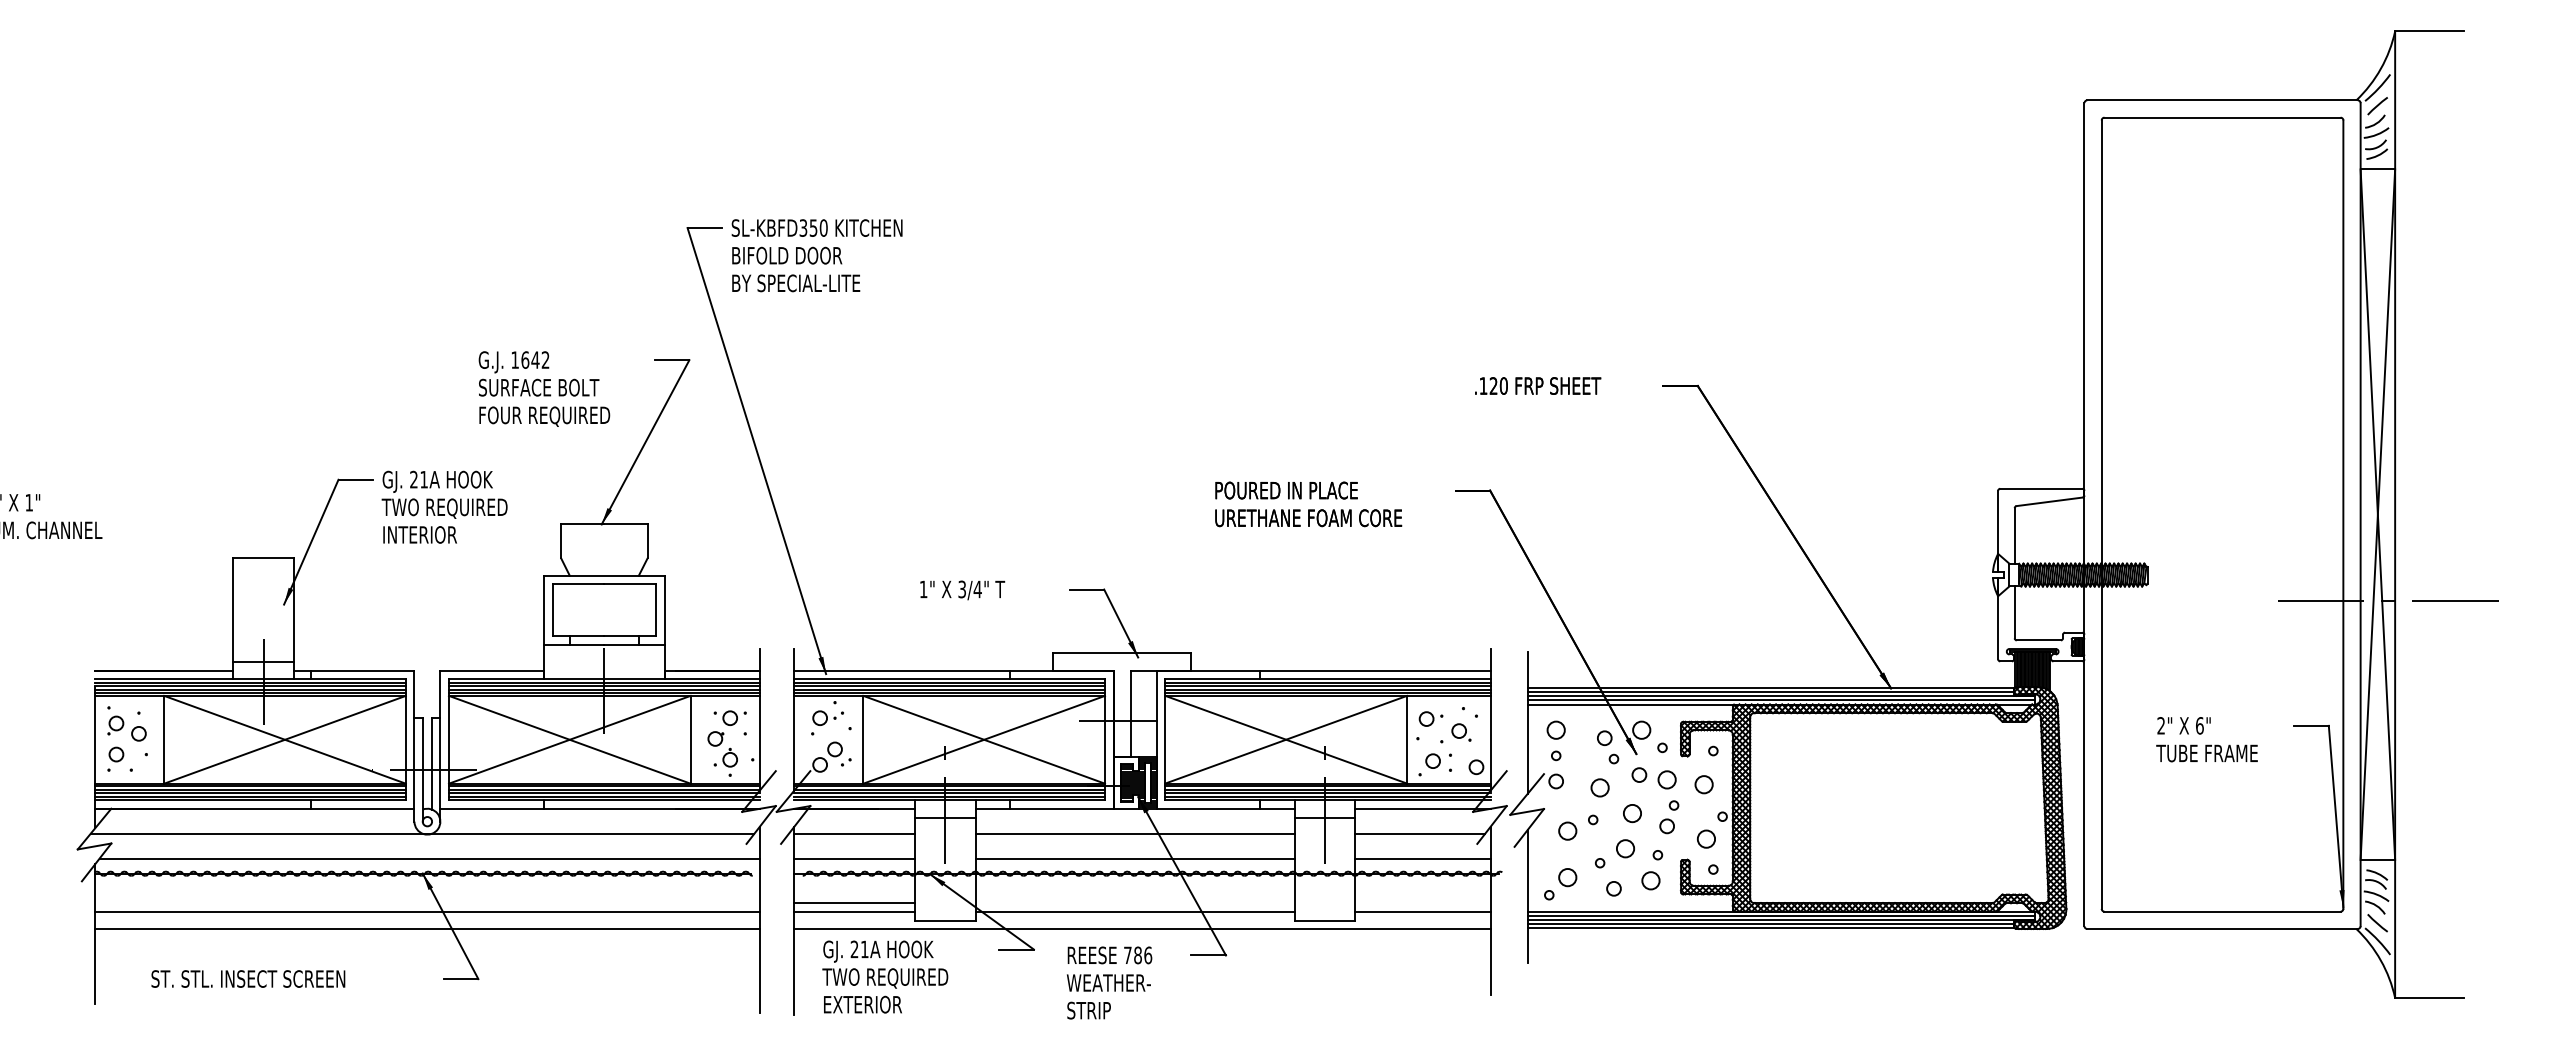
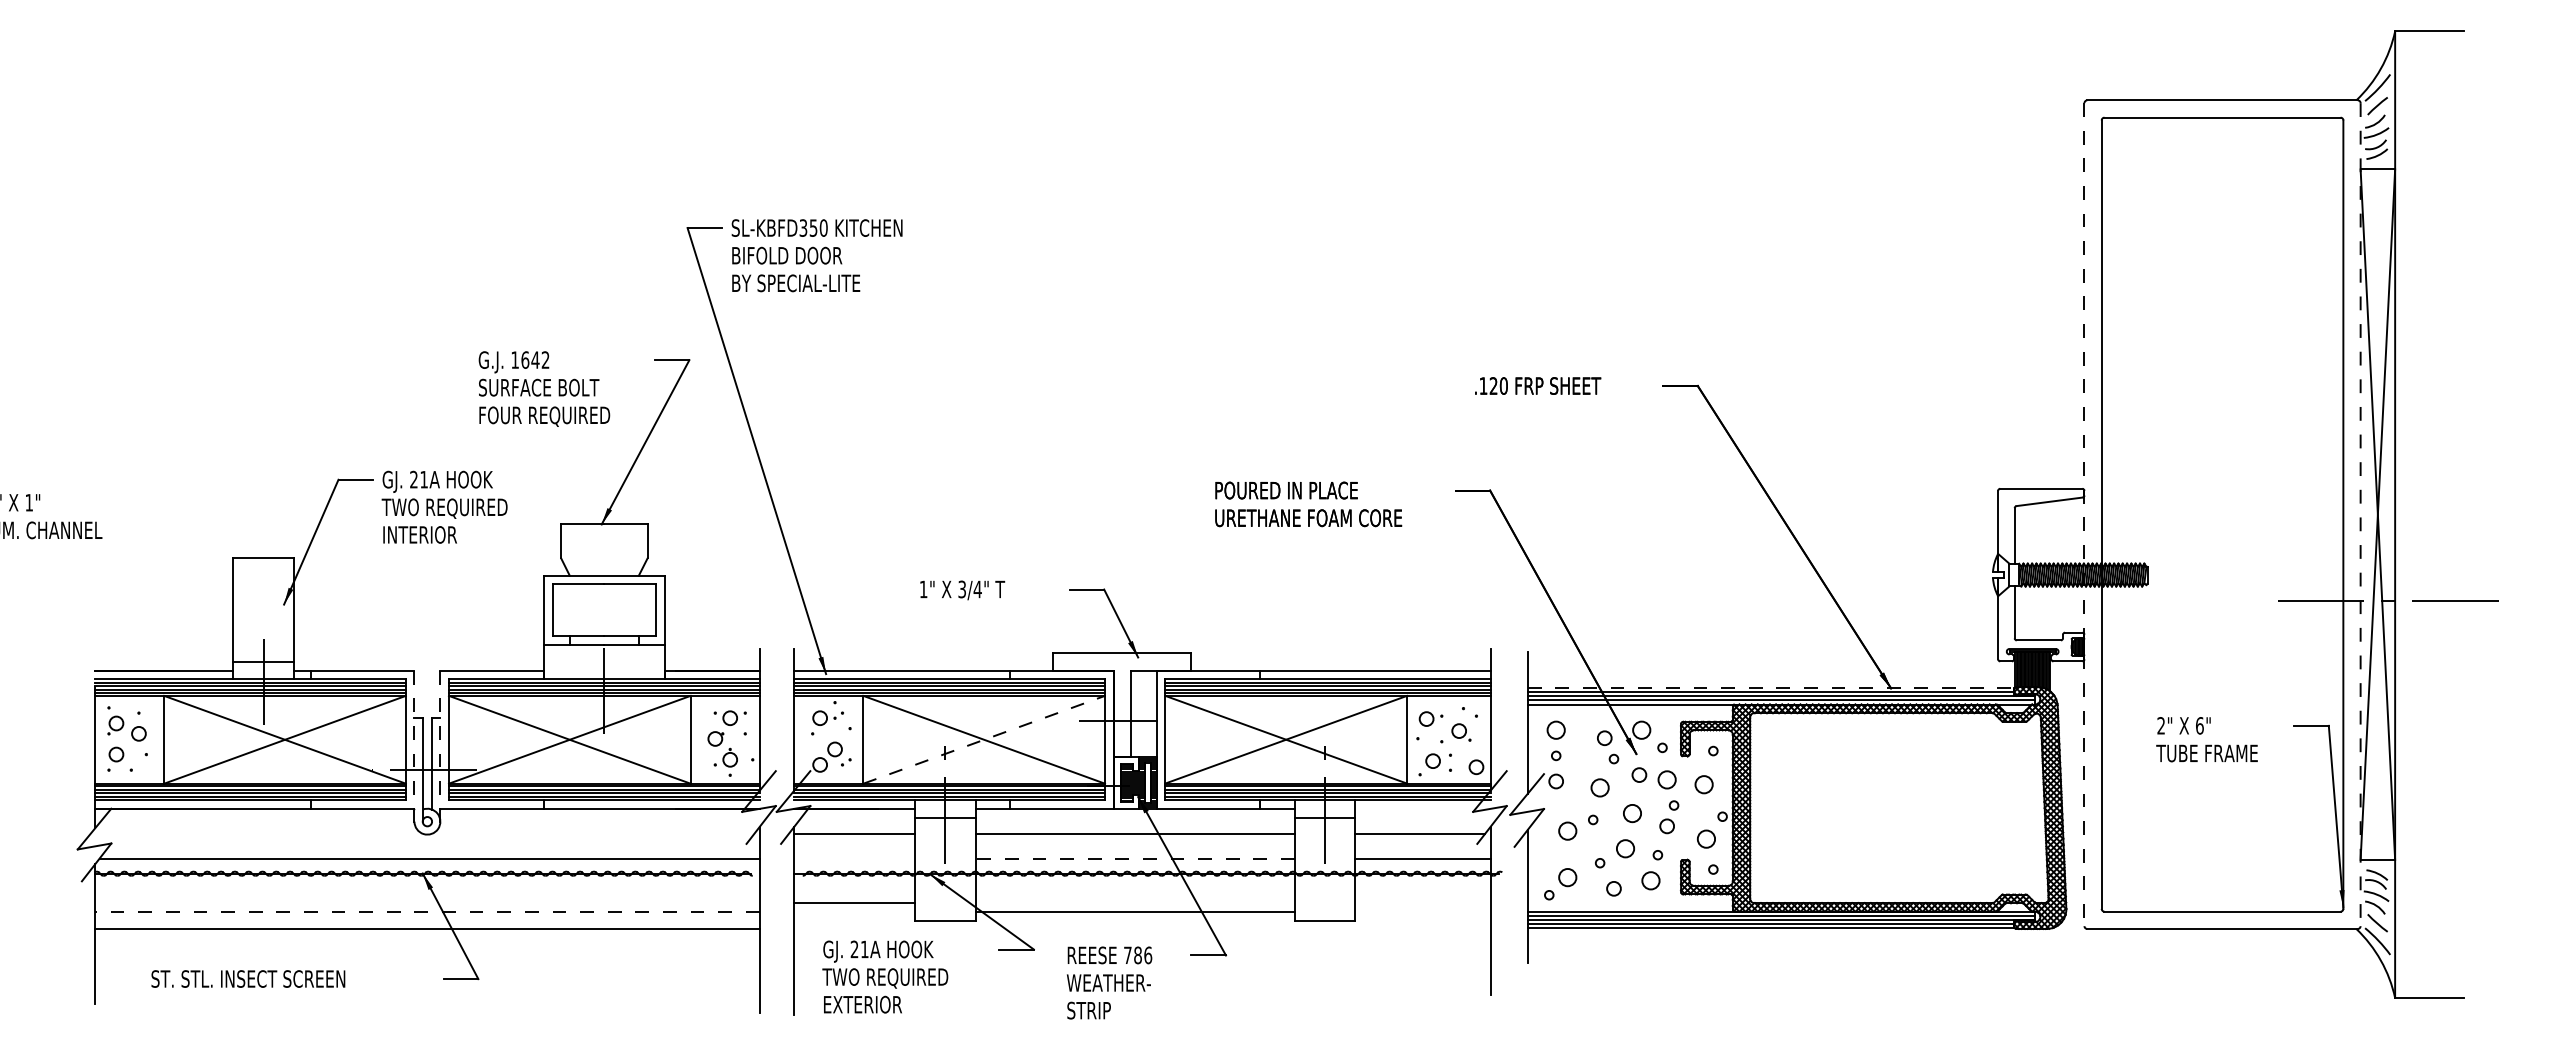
line at (2084, 514): solid -> dashed
line at (2360, 514): solid -> dashed
line at (1771, 687): solid -> dashed
line at (984, 739): solid -> dashed
line at (414, 740): solid -> dashed
line at (440, 740): solid -> dashed
line at (1422, 808): present -> none
line at (422, 833): present -> none
line at (854, 858): present -> none
line at (1135, 858): solid -> dashed
line at (426, 911): solid -> dashed
line at (854, 911): present -> none
line at (1422, 911): present -> none
line at (1142, 928): present -> none
